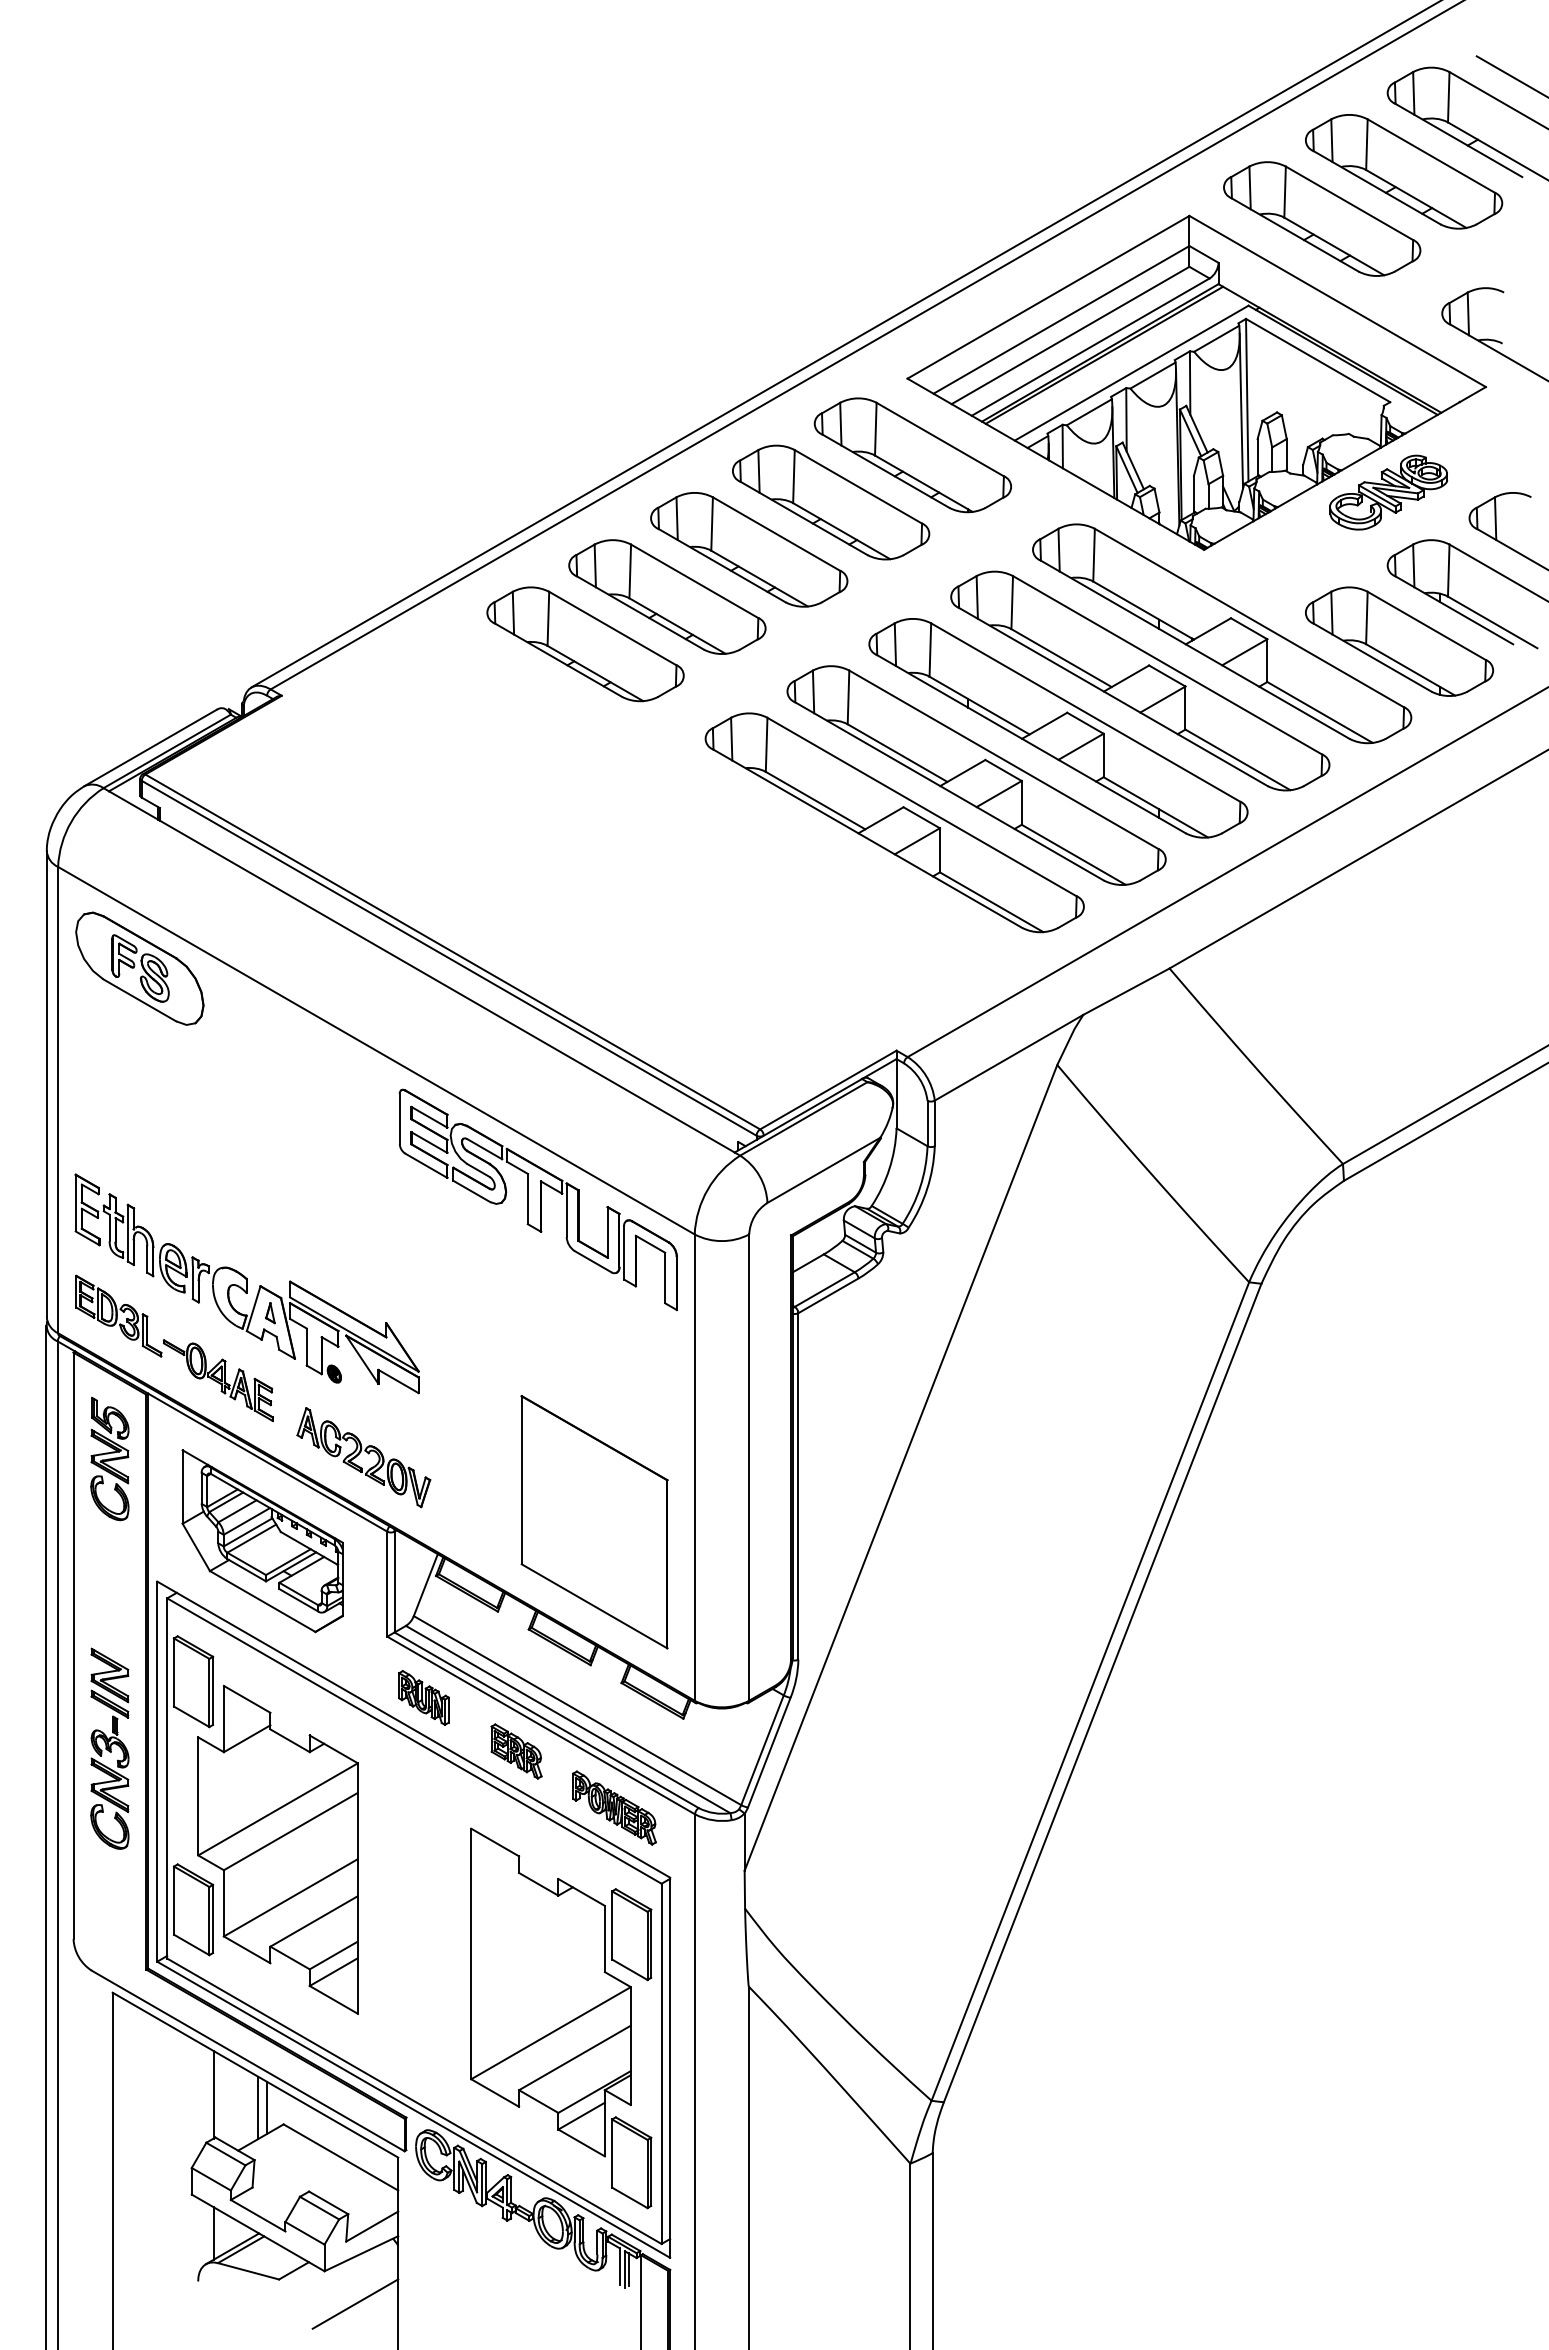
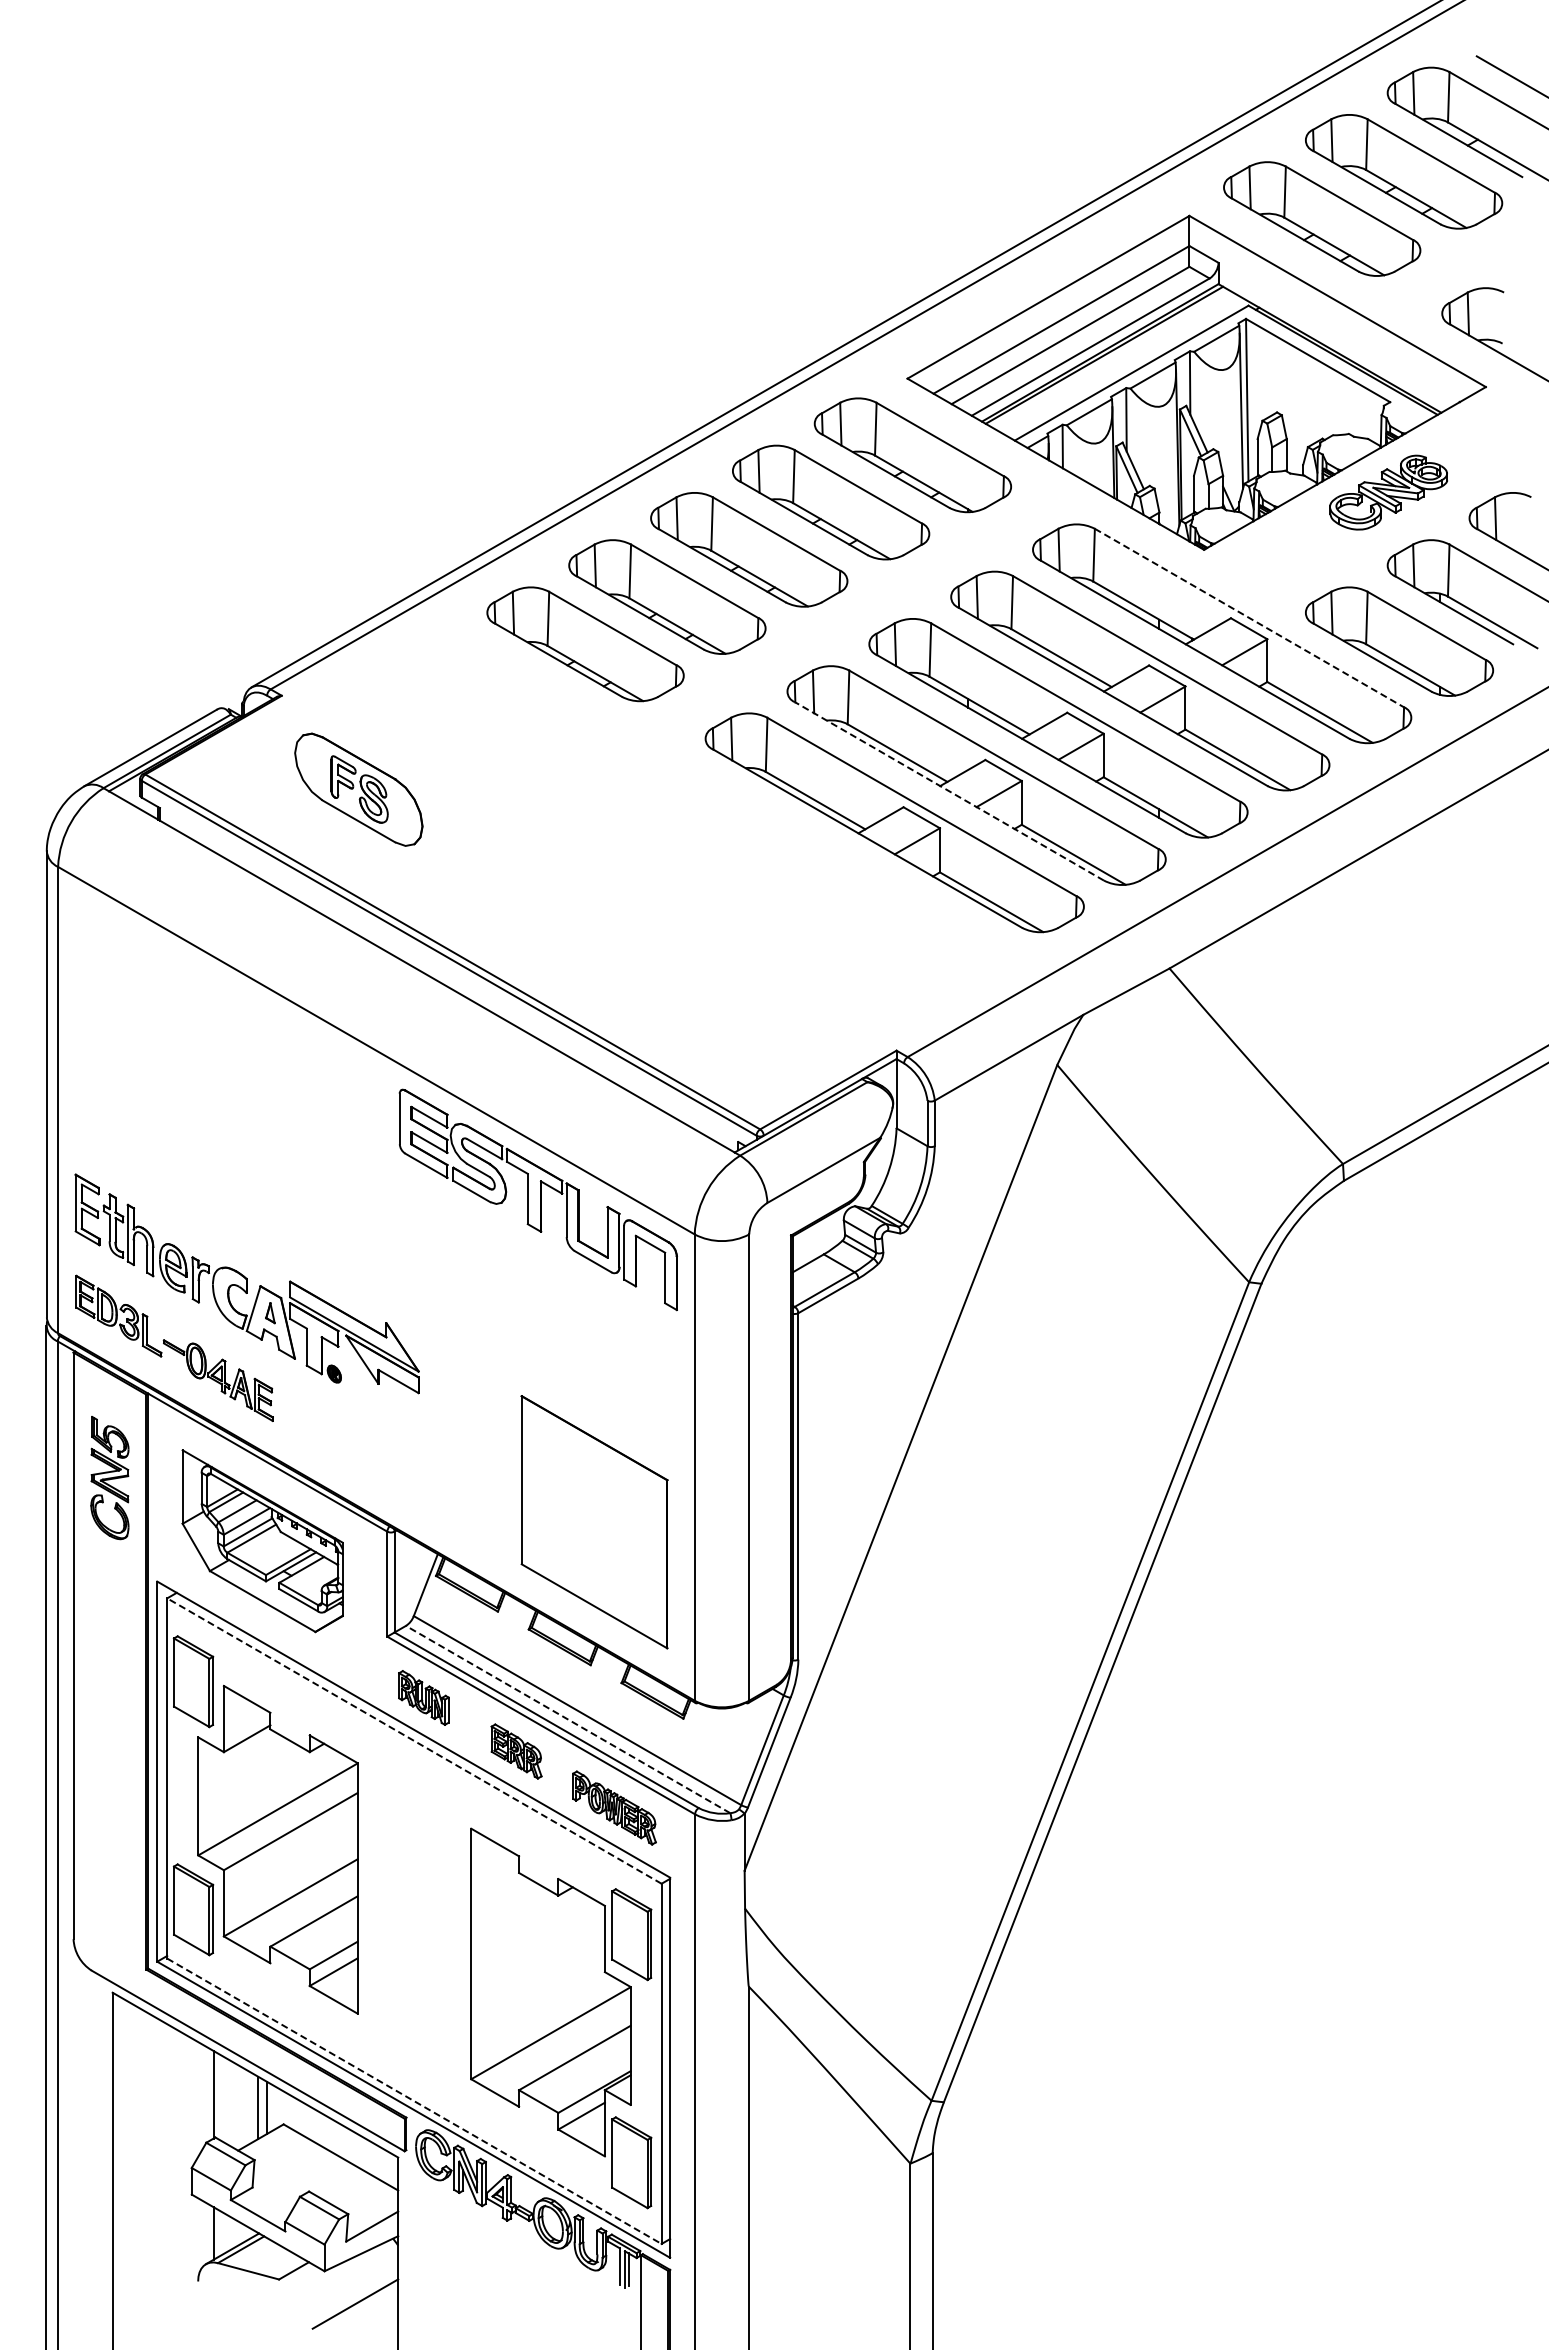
line at (1249, 618): solid -> dashed
line at (949, 791): solid -> dashed
part at (139, 968) position: (139, 968) -> (358, 789)
part at (363, 1457): present -> none
part at (109, 1459) position: (109, 1459) -> (109, 1478)
line at (567, 1719): solid -> dashed
line at (413, 1740): solid -> dashed
part at (109, 1748): present -> none
line at (414, 2101): solid -> dashed
